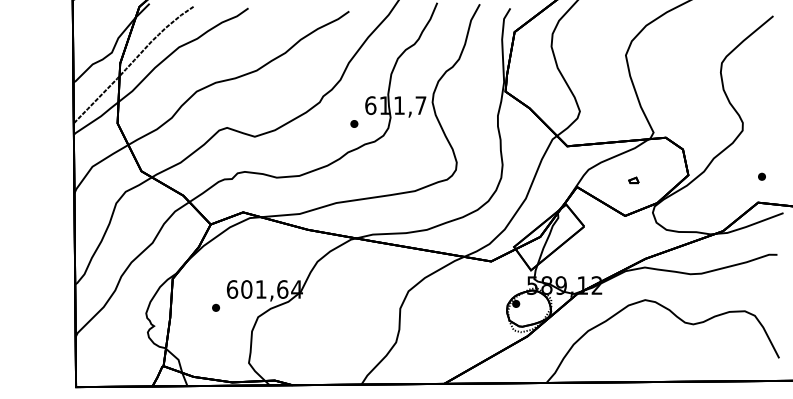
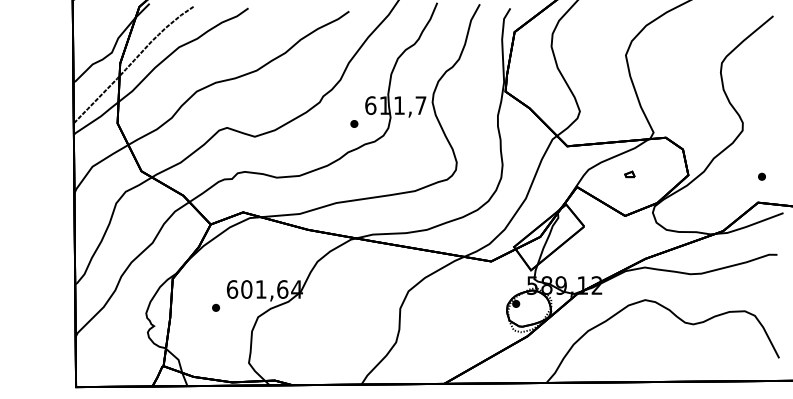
part at (633, 180) position: (633, 180) -> (629, 174)
